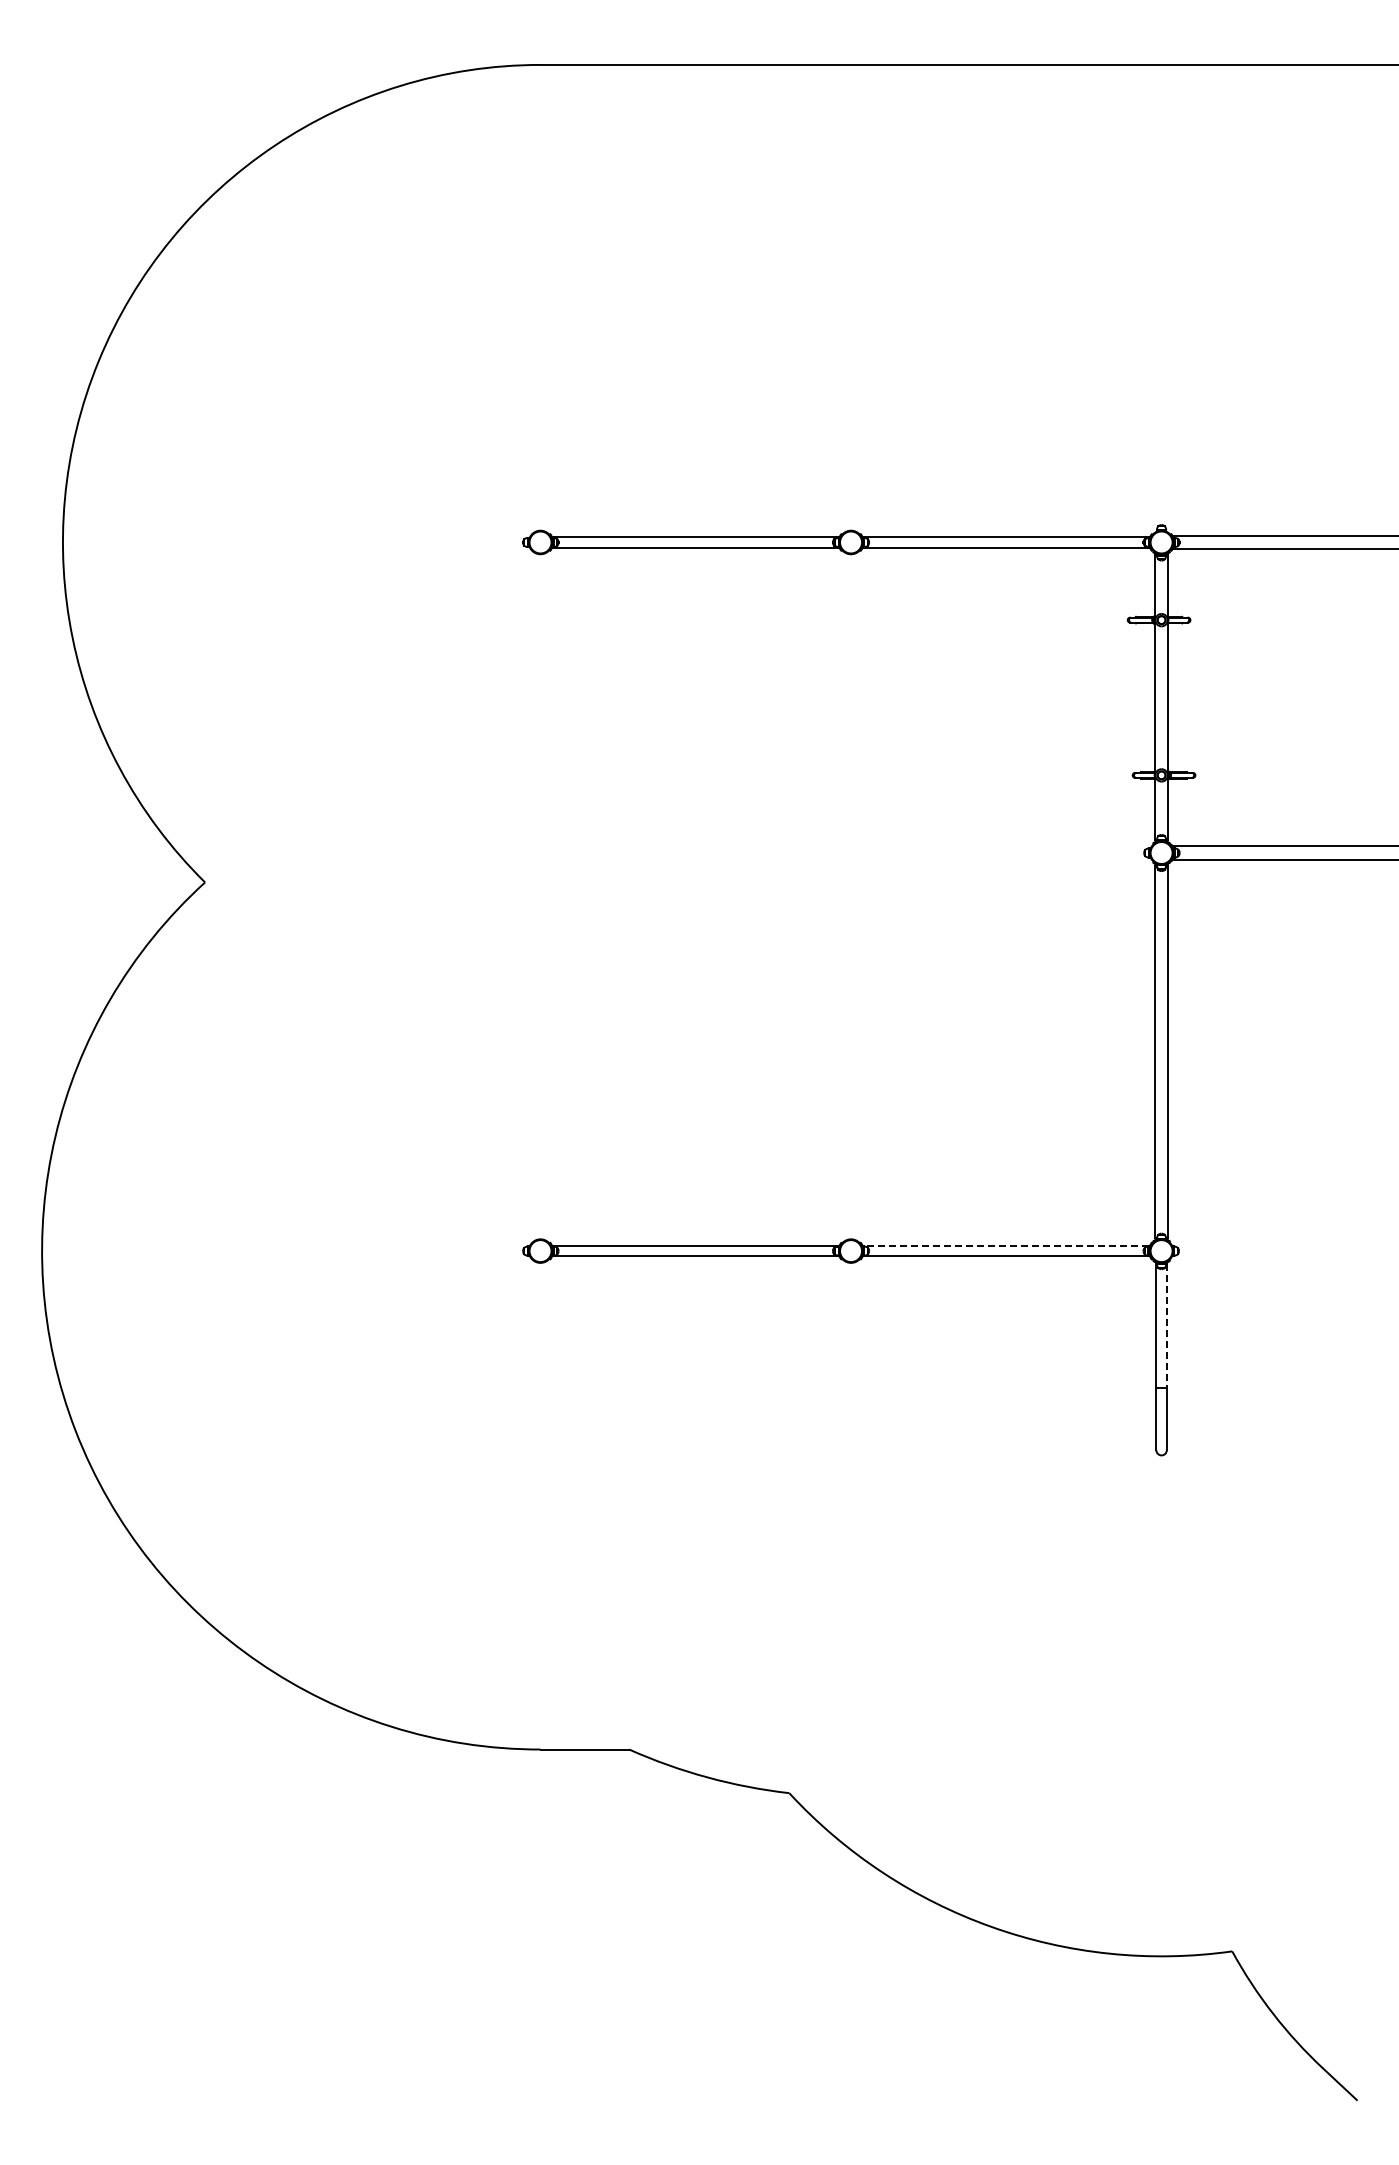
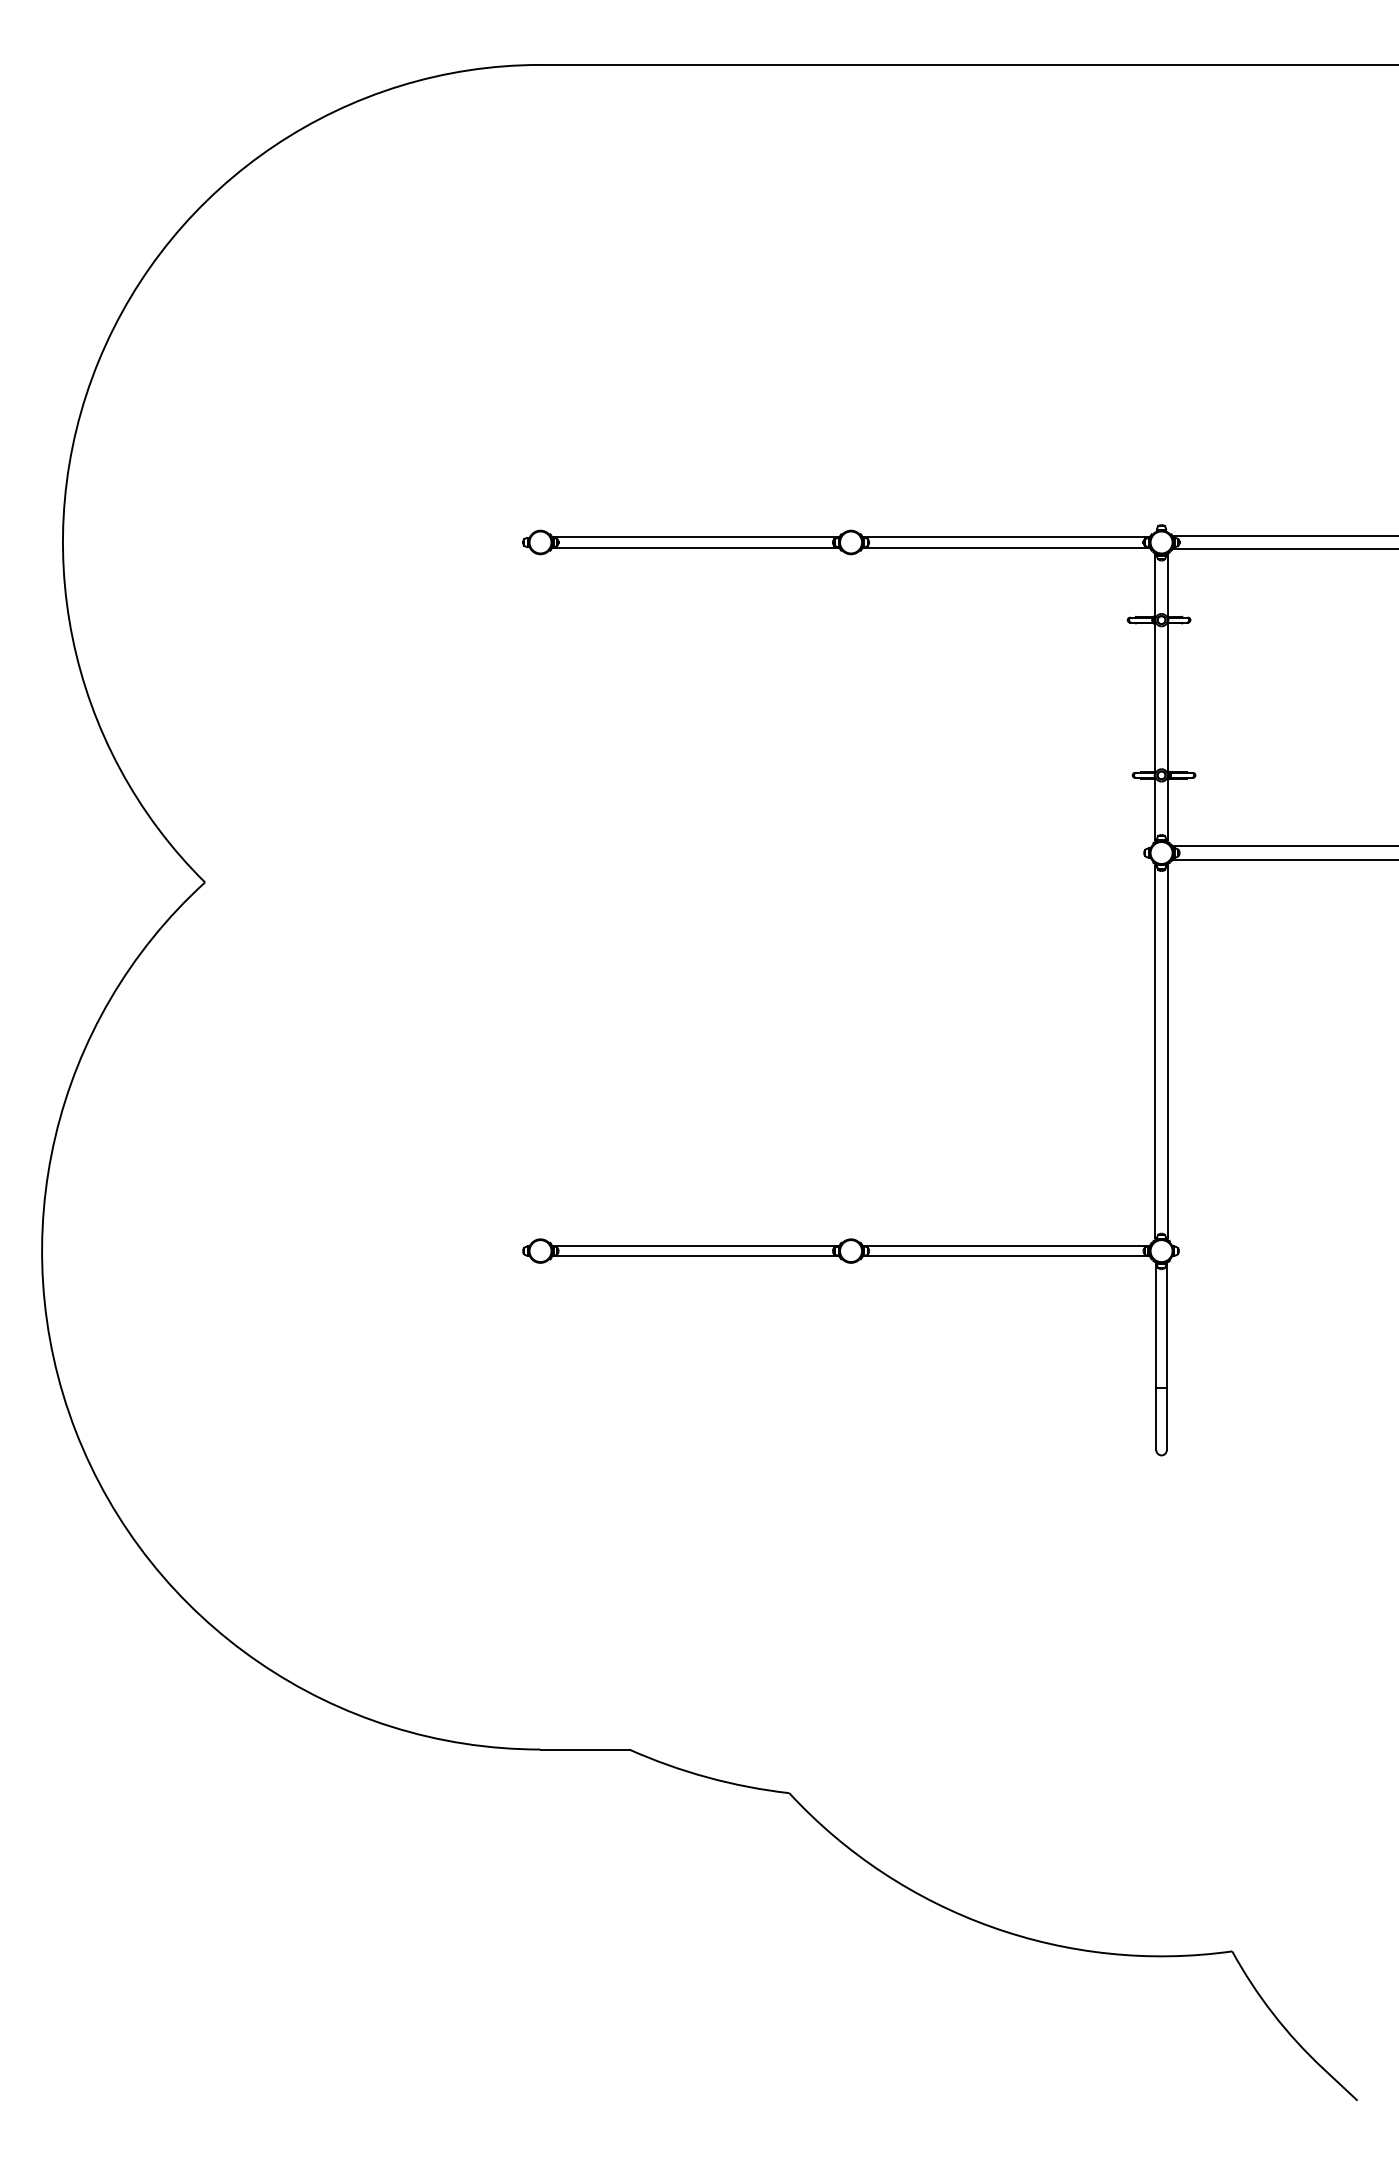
line at (1006, 1245): dashed -> solid
line at (1166, 1326): dashed -> solid
